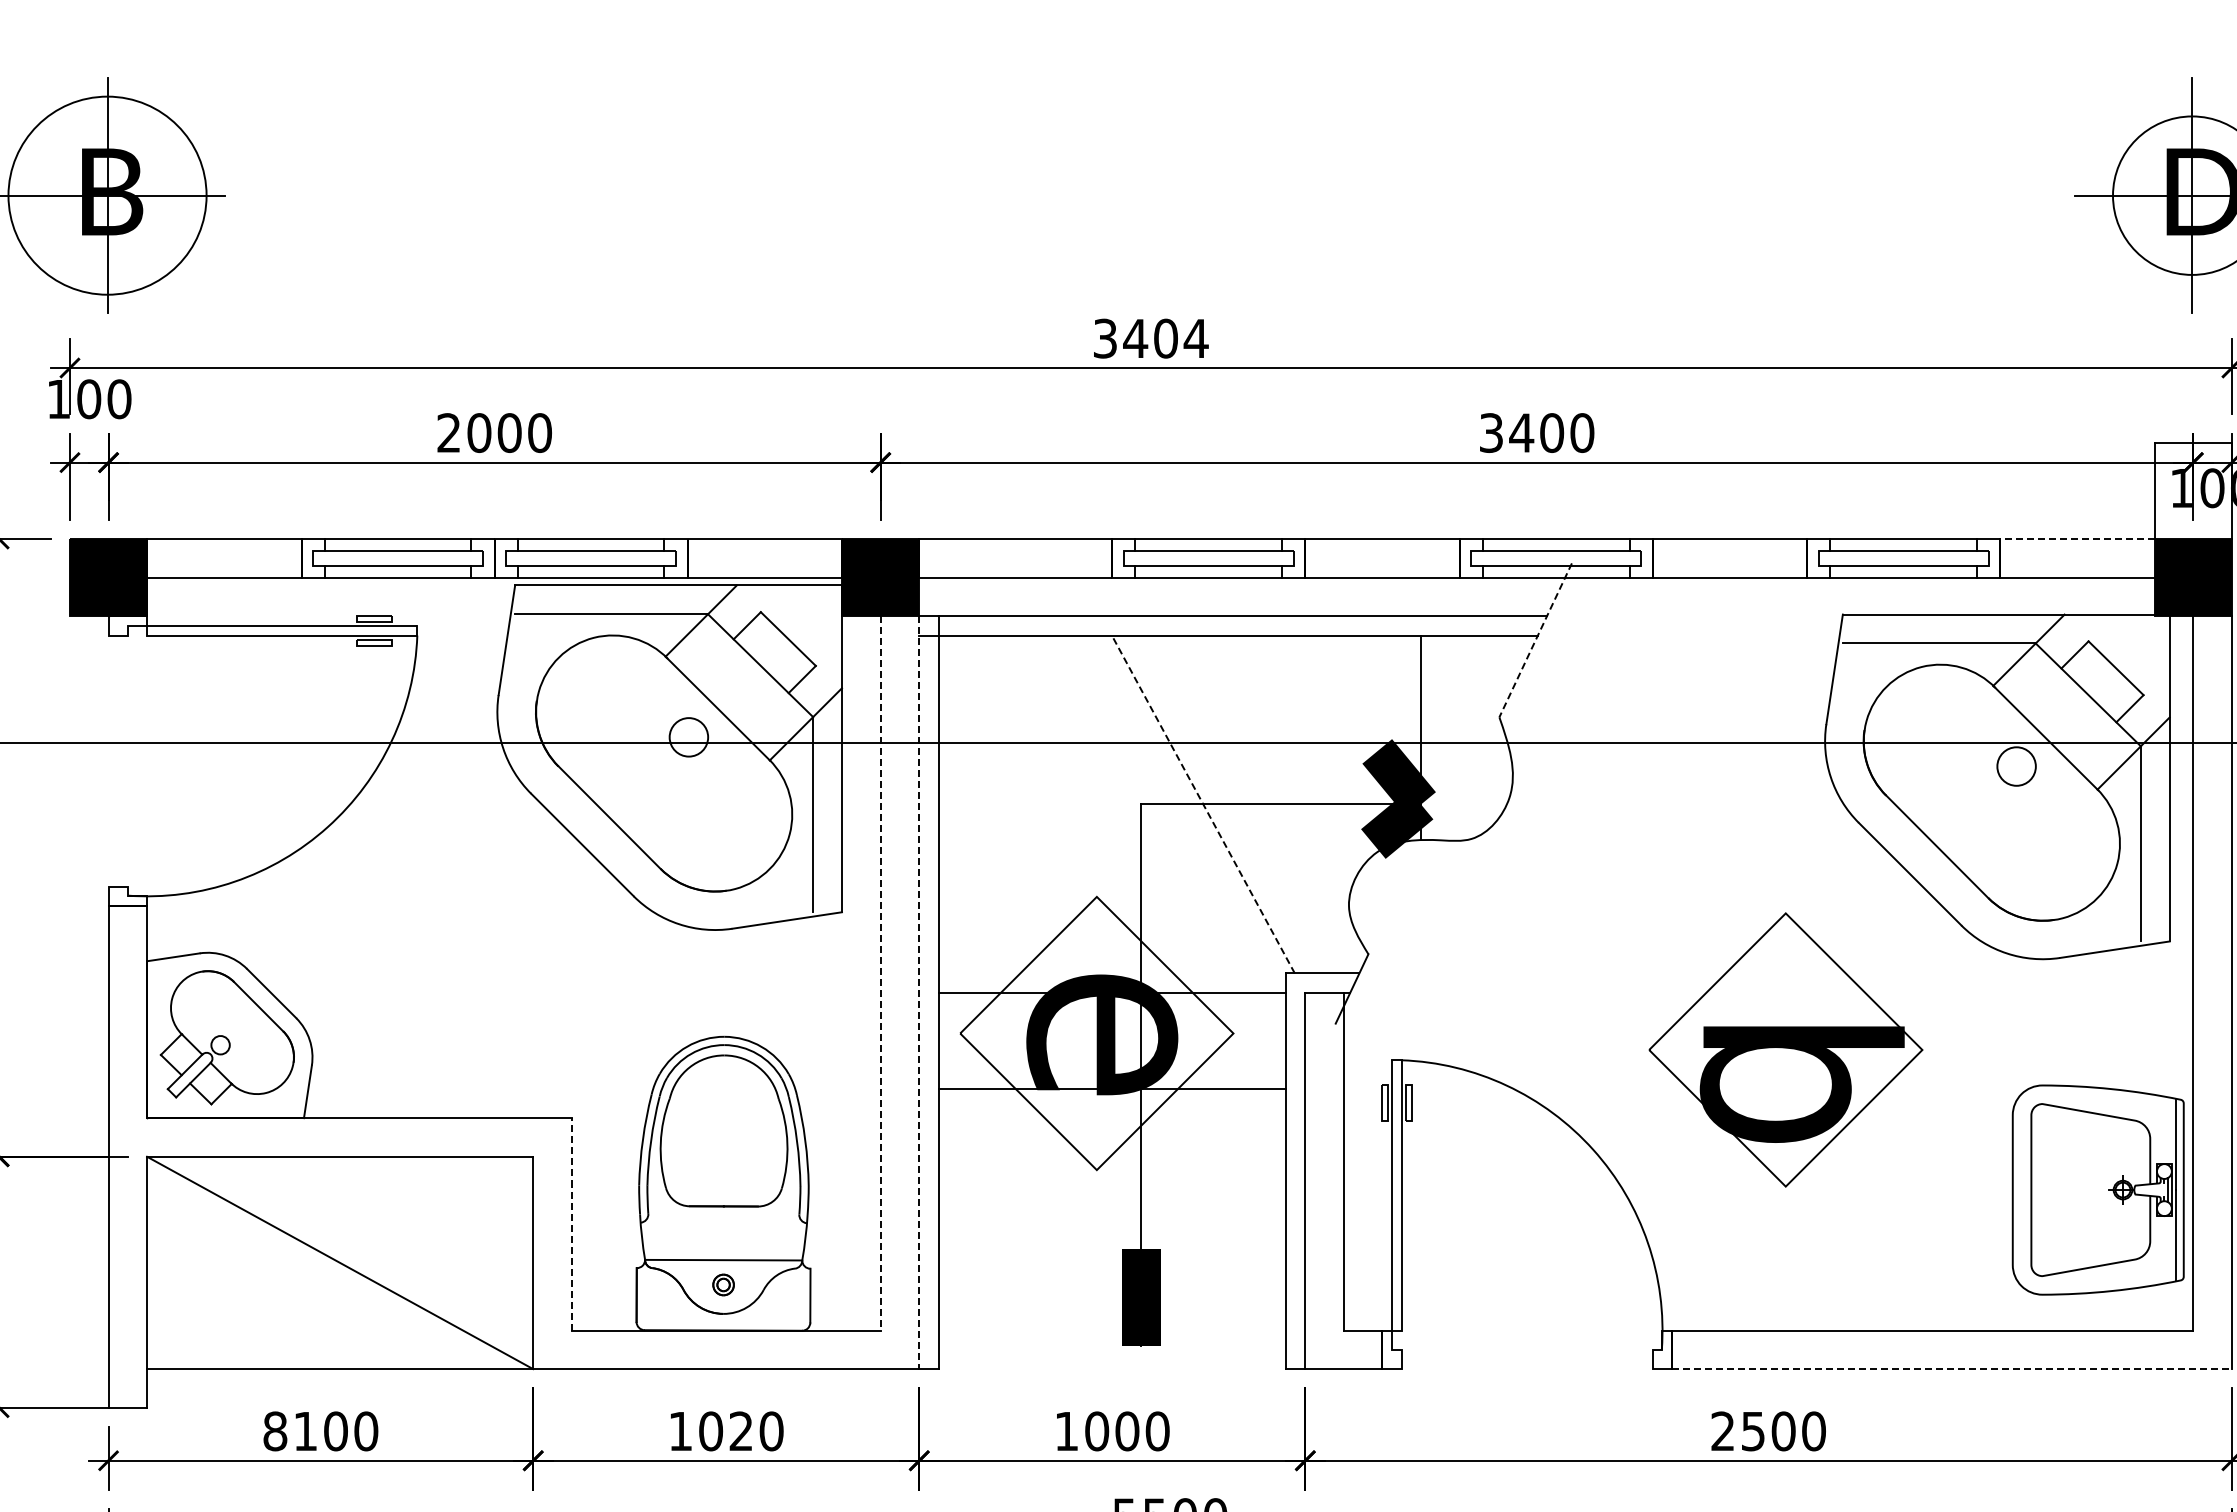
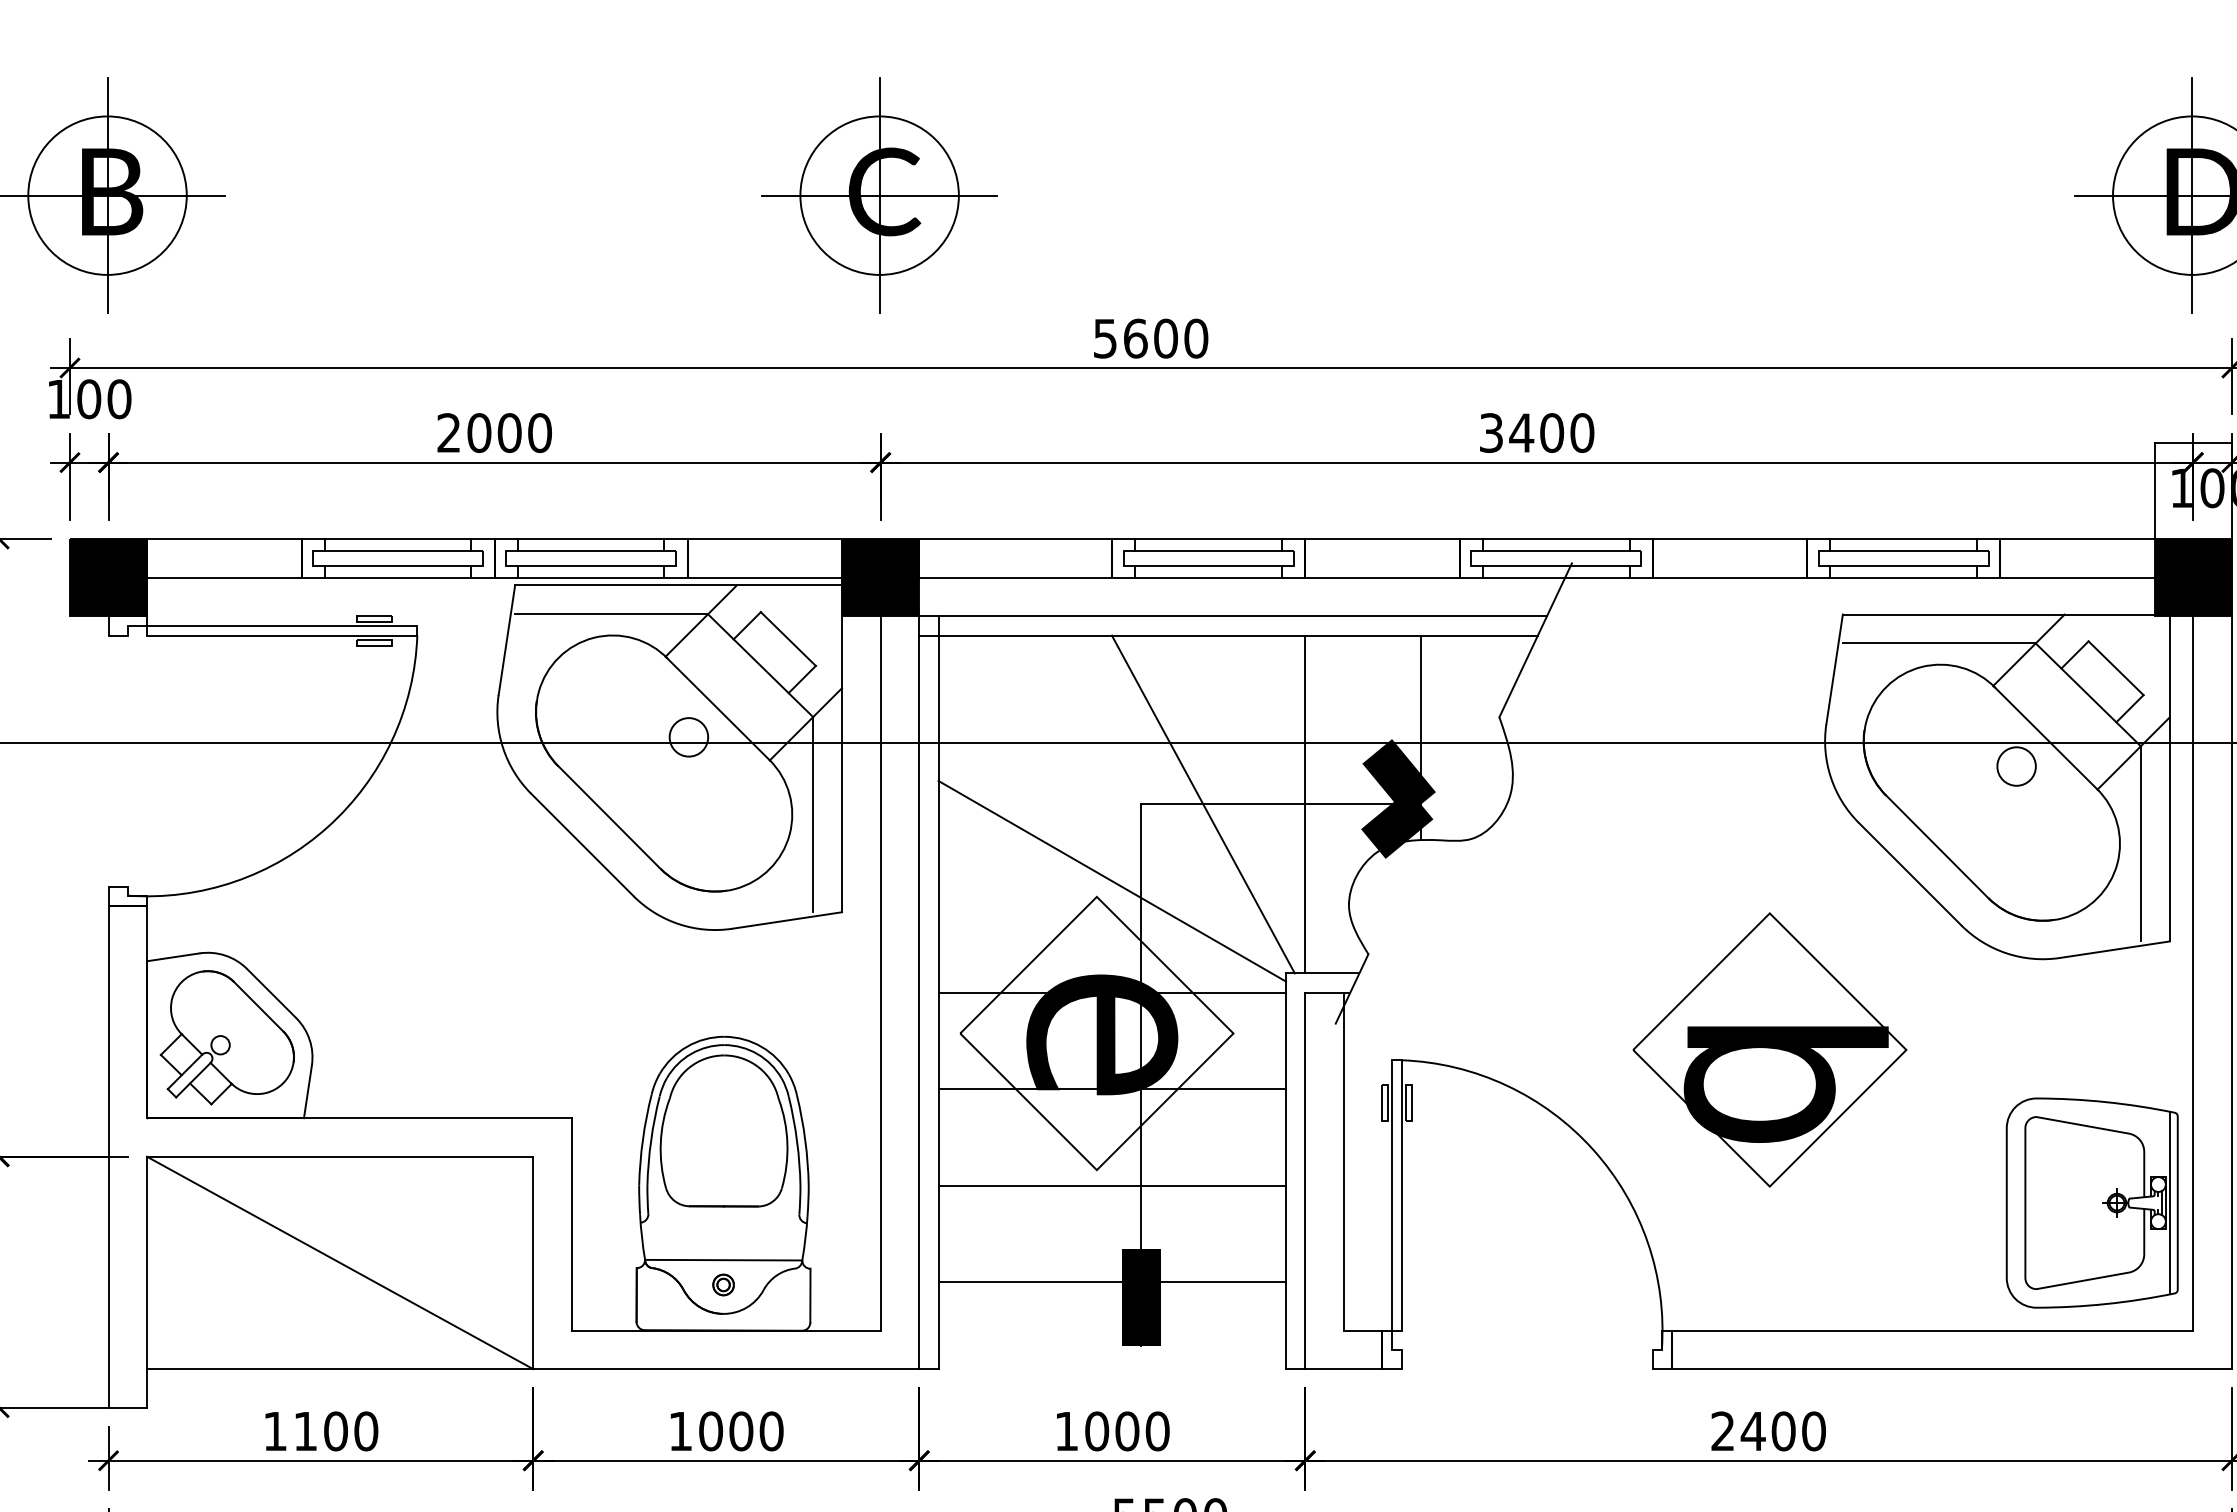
circle at (107, 195) diameter: 198 px -> 158 px
part at (879, 195): none -> present
text at (1151, 338): 3404 -> 5600
line at (2076, 539): dashed -> solid
line at (1535, 640): dashed -> solid
line at (1203, 804): dashed -> solid
line at (1305, 804): none -> present
line at (1111, 880): none -> present
line at (880, 973): dashed -> solid
line at (919, 993): dashed -> solid
part at (1785, 1049) position: (1785, 1049) -> (1769, 1049)
line at (1111, 1185): none -> present
part at (2097, 1189) position: (2097, 1189) -> (2091, 1202)
line at (571, 1223): dashed -> solid
line at (1111, 1282): none -> present
line at (1951, 1369): dashed -> solid
text at (275, 1431): 8100 -> 1100
text at (741, 1431): 1020 -> 1000
text at (1752, 1431): 2500 -> 2400
